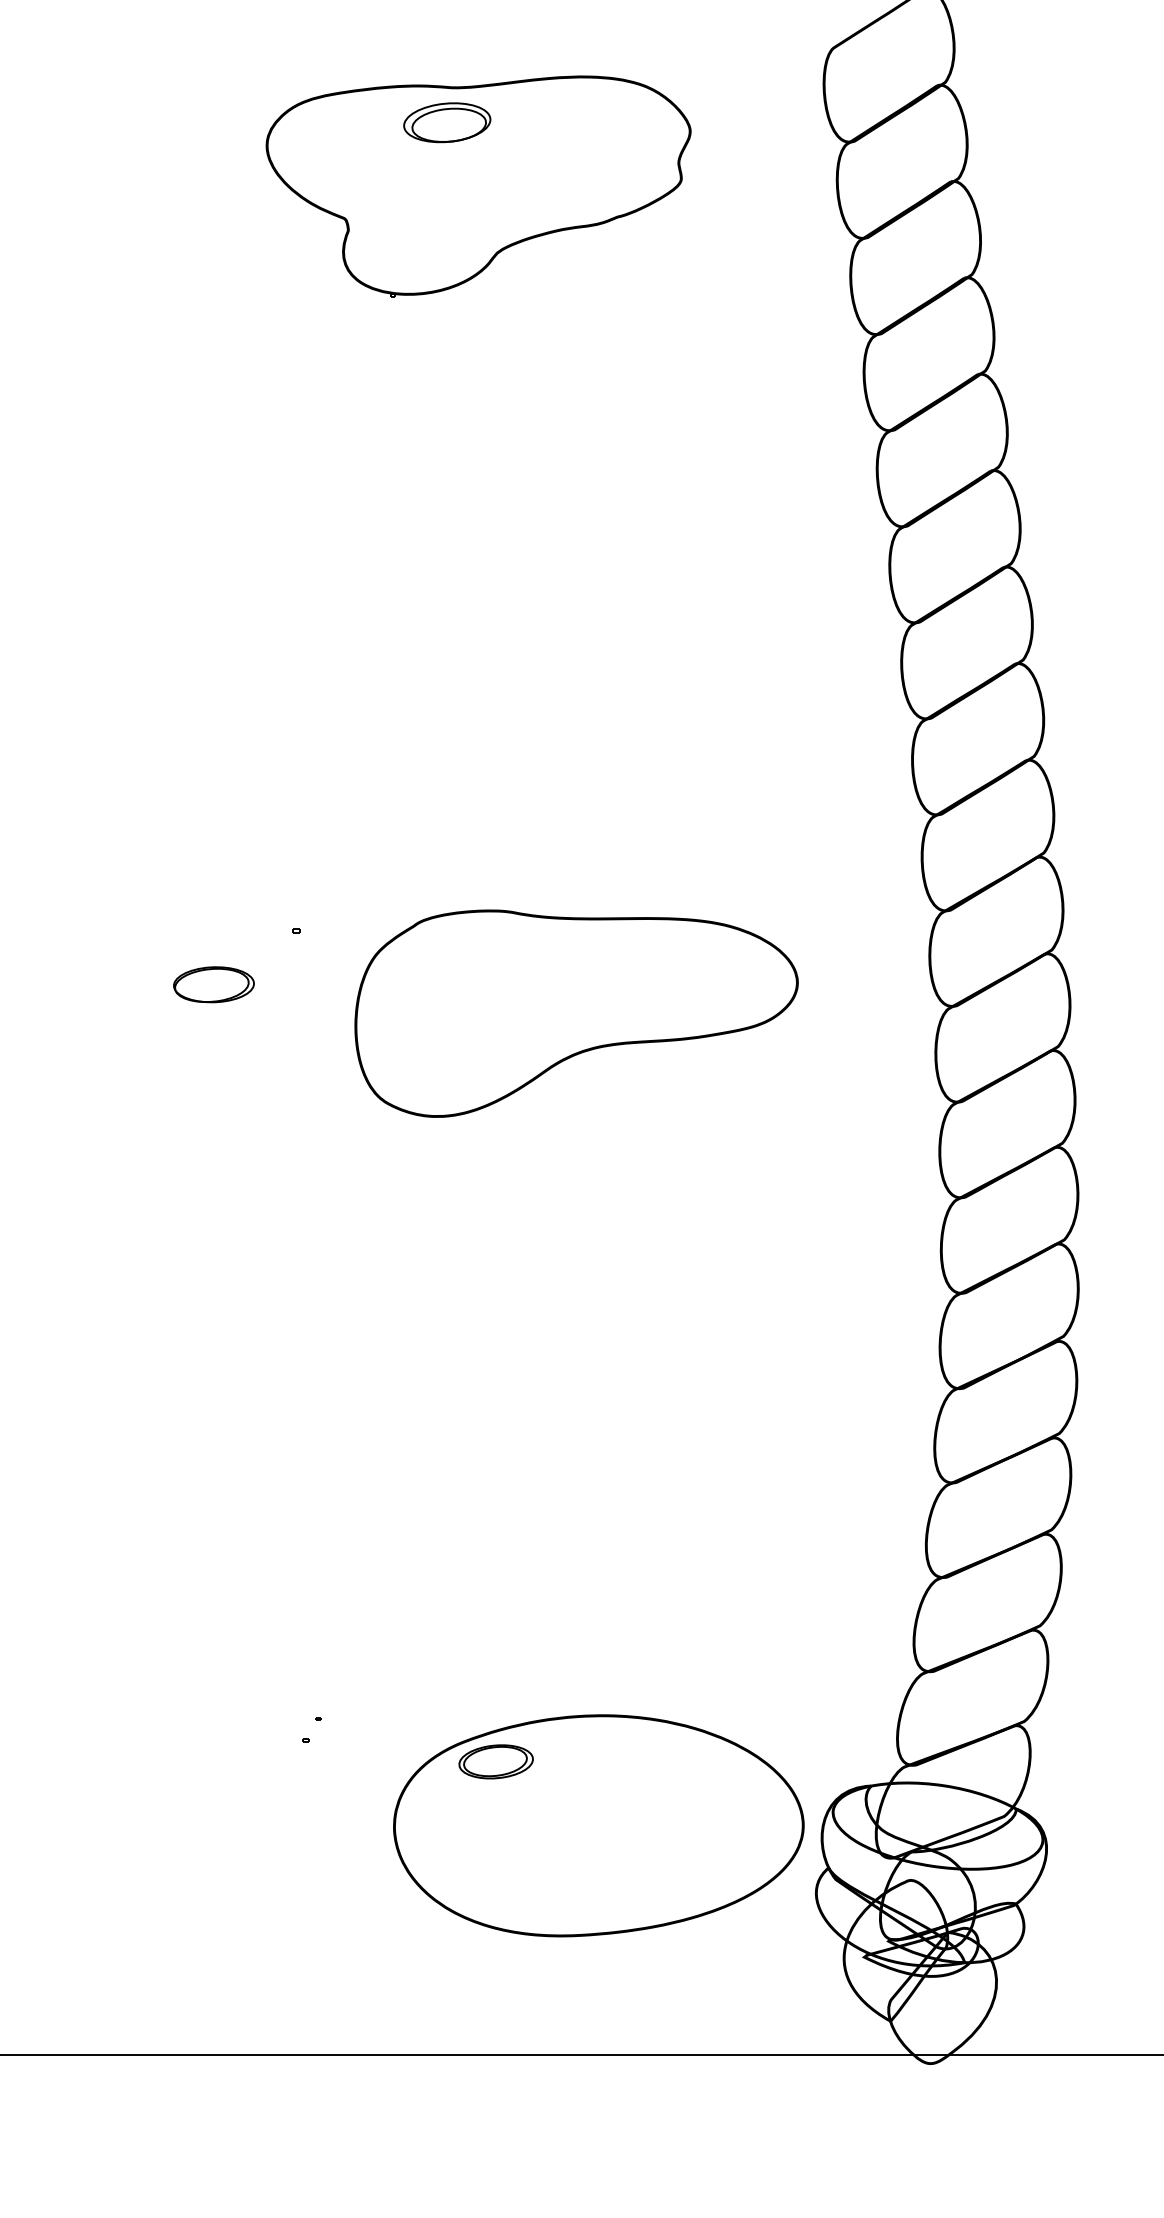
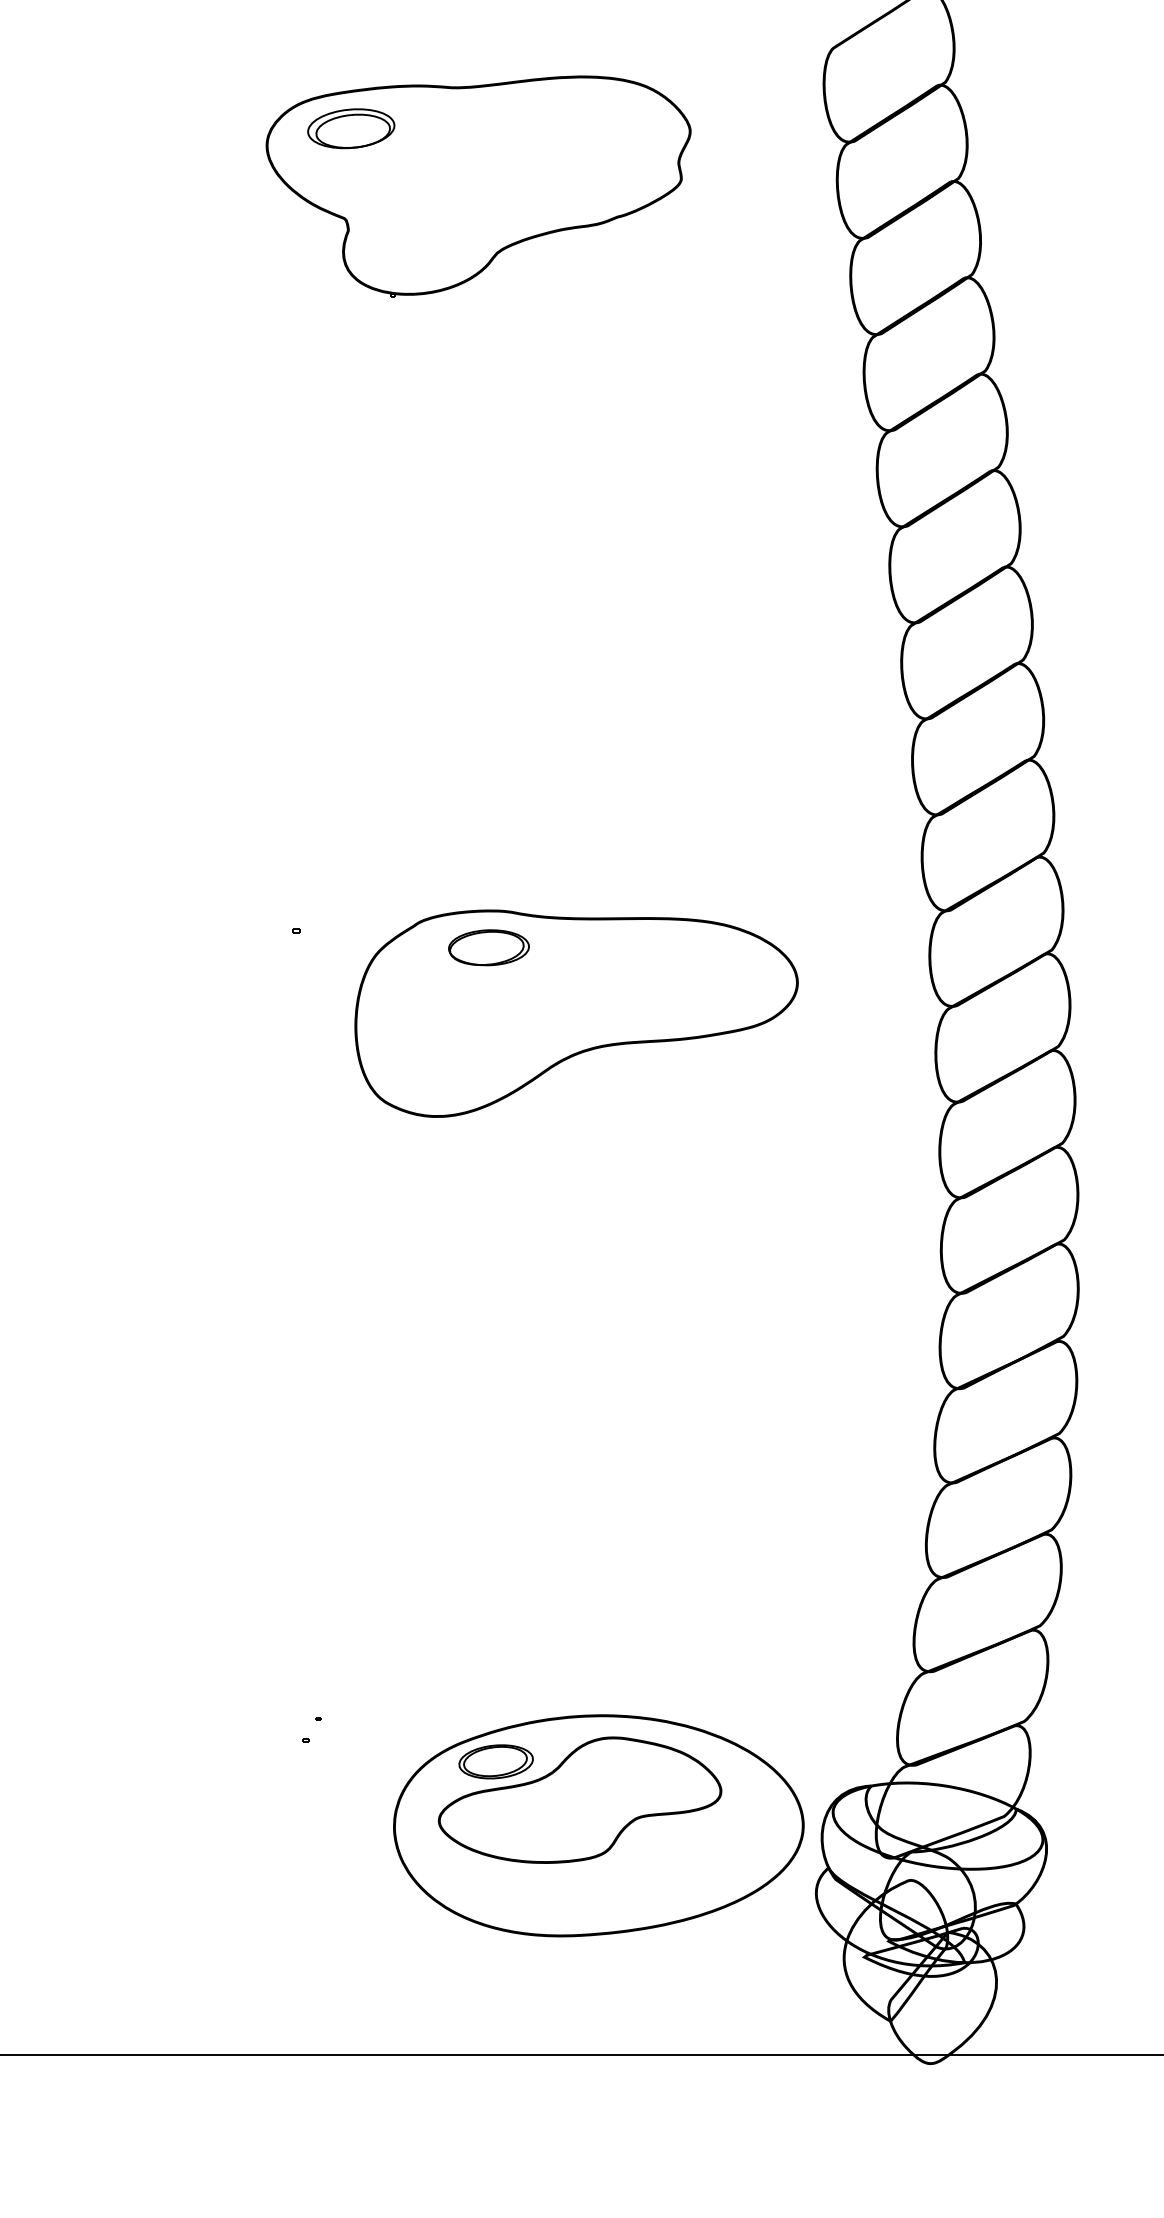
part at (447, 122) position: (447, 122) -> (351, 128)
part at (213, 984) position: (213, 984) -> (488, 947)
part at (579, 1799): none -> present
